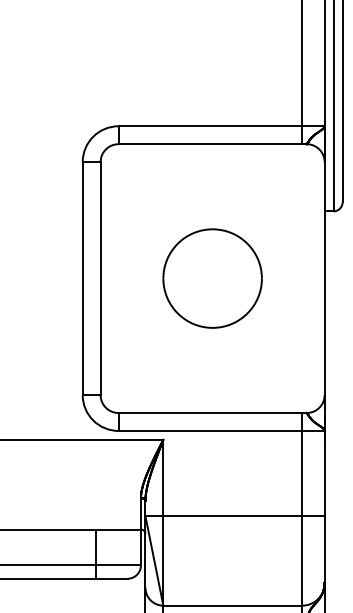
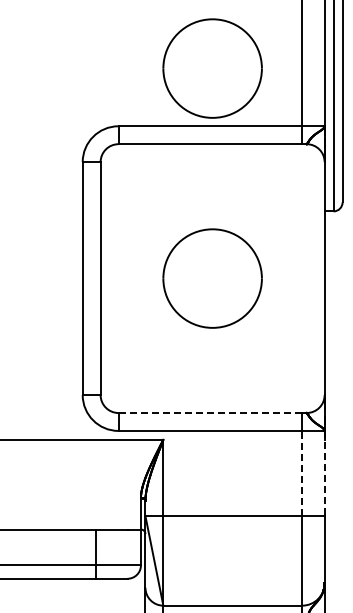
part at (212, 68): none -> present
line at (210, 413): solid -> dashed
line at (302, 473): solid -> dashed
line at (324, 473): solid -> dashed
